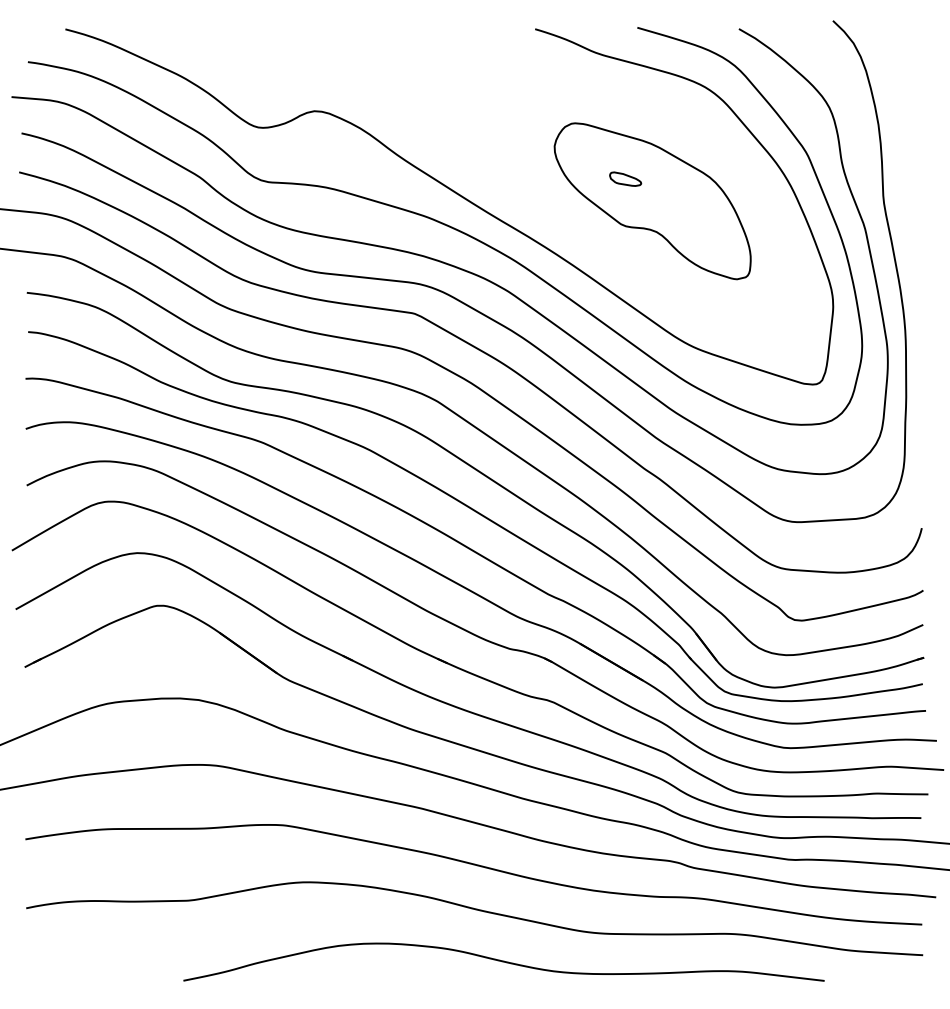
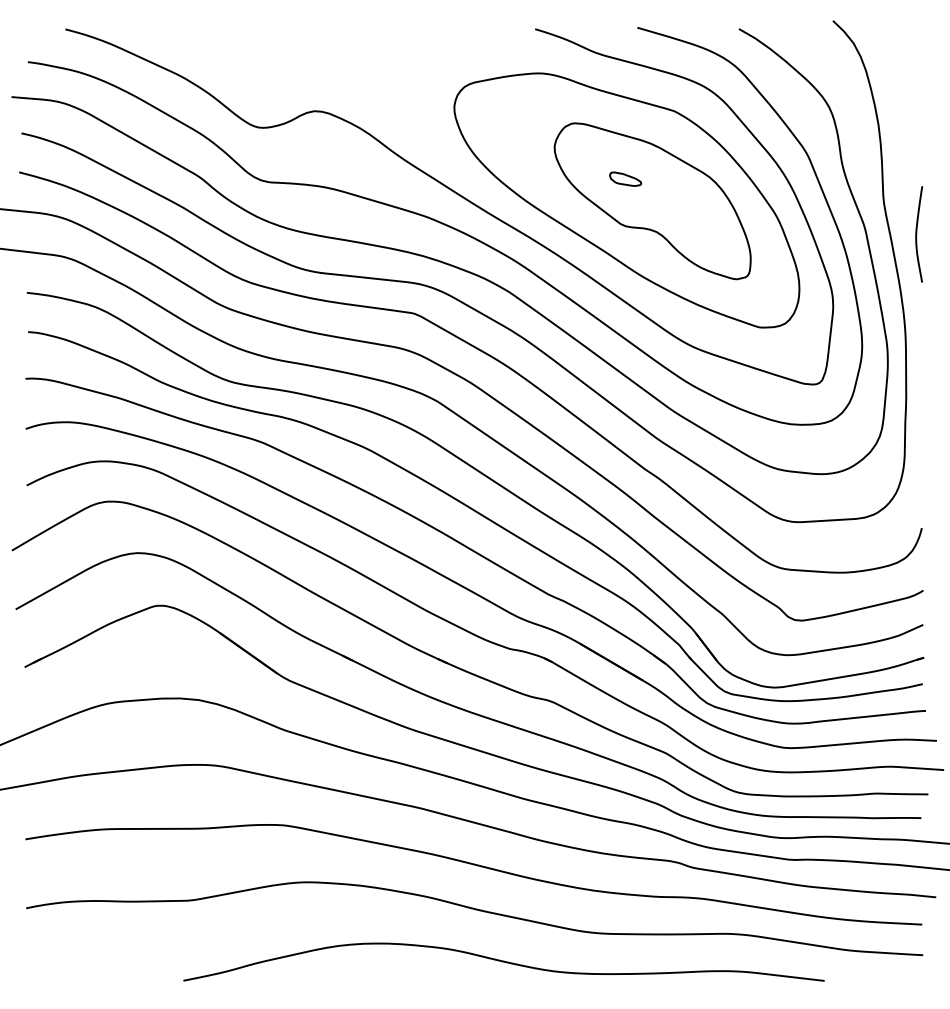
part at (626, 200): none -> present
curve at (917, 234): none -> present
